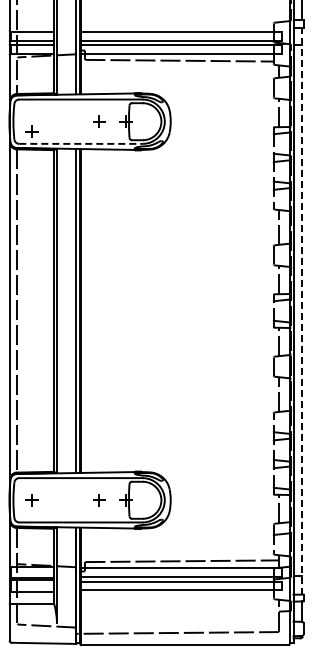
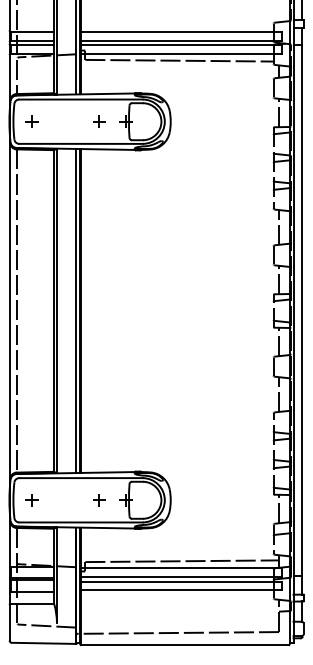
part at (31, 131) position: (31, 131) -> (31, 121)
line at (81, 143): dashed -> solid
line at (302, 311): dashed -> solid
